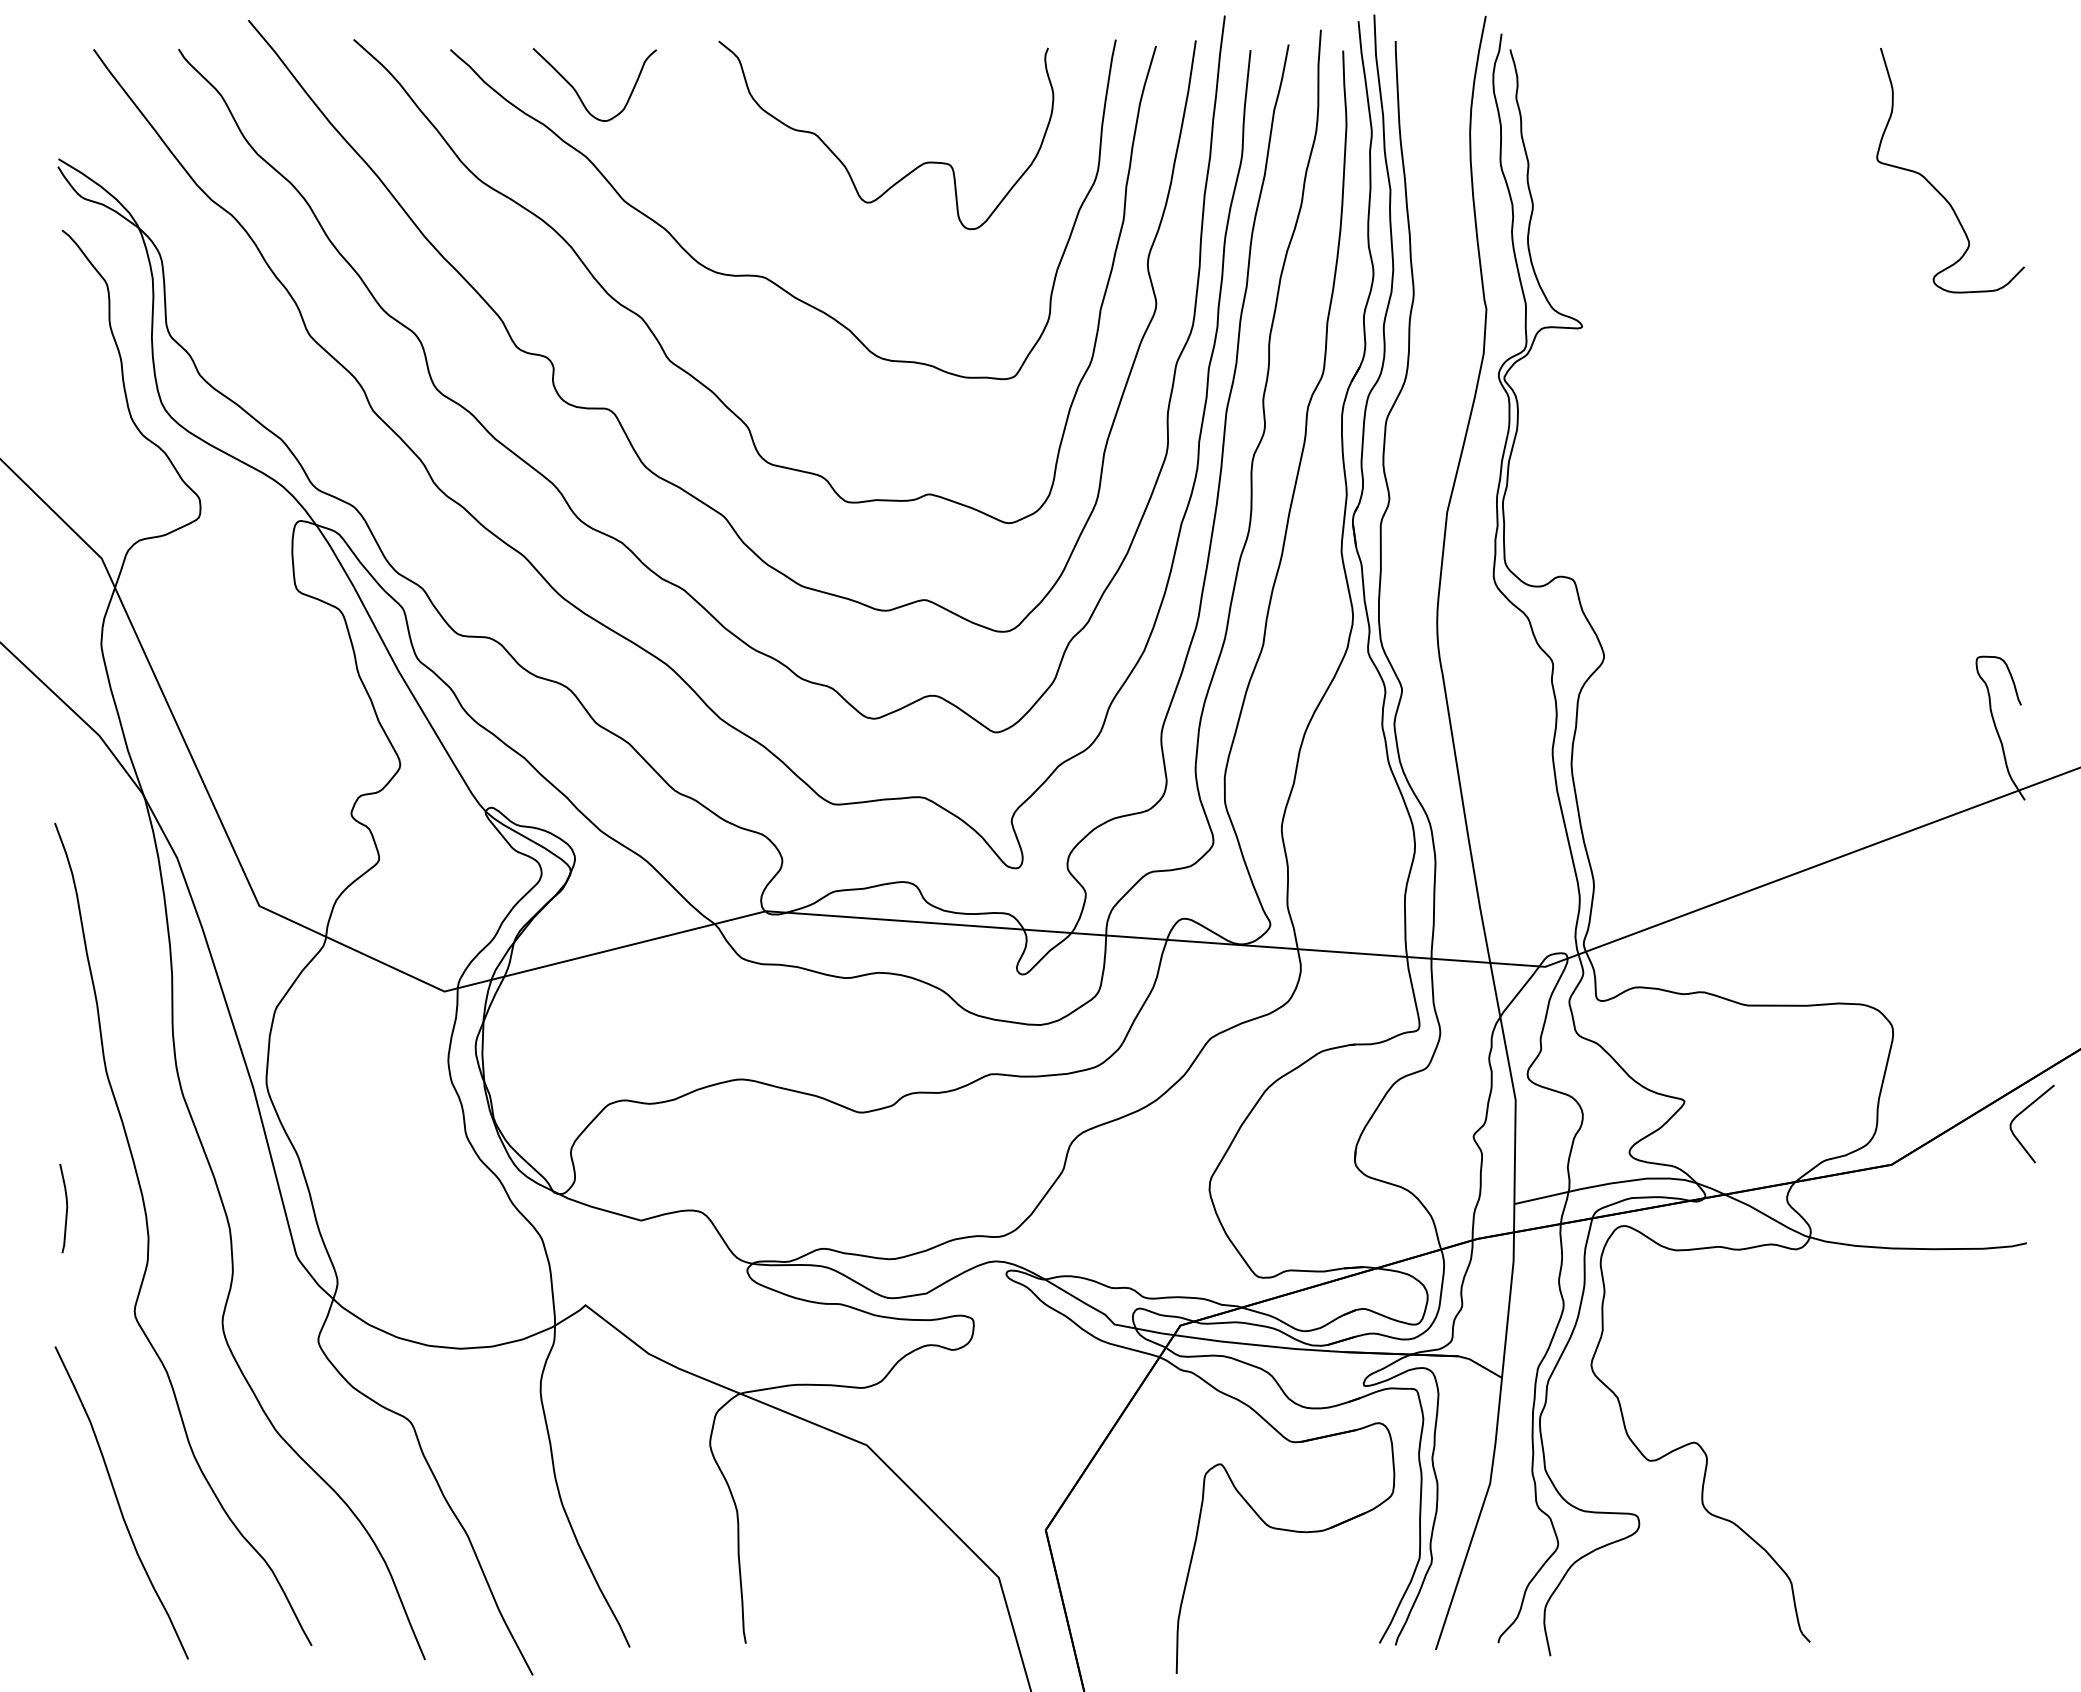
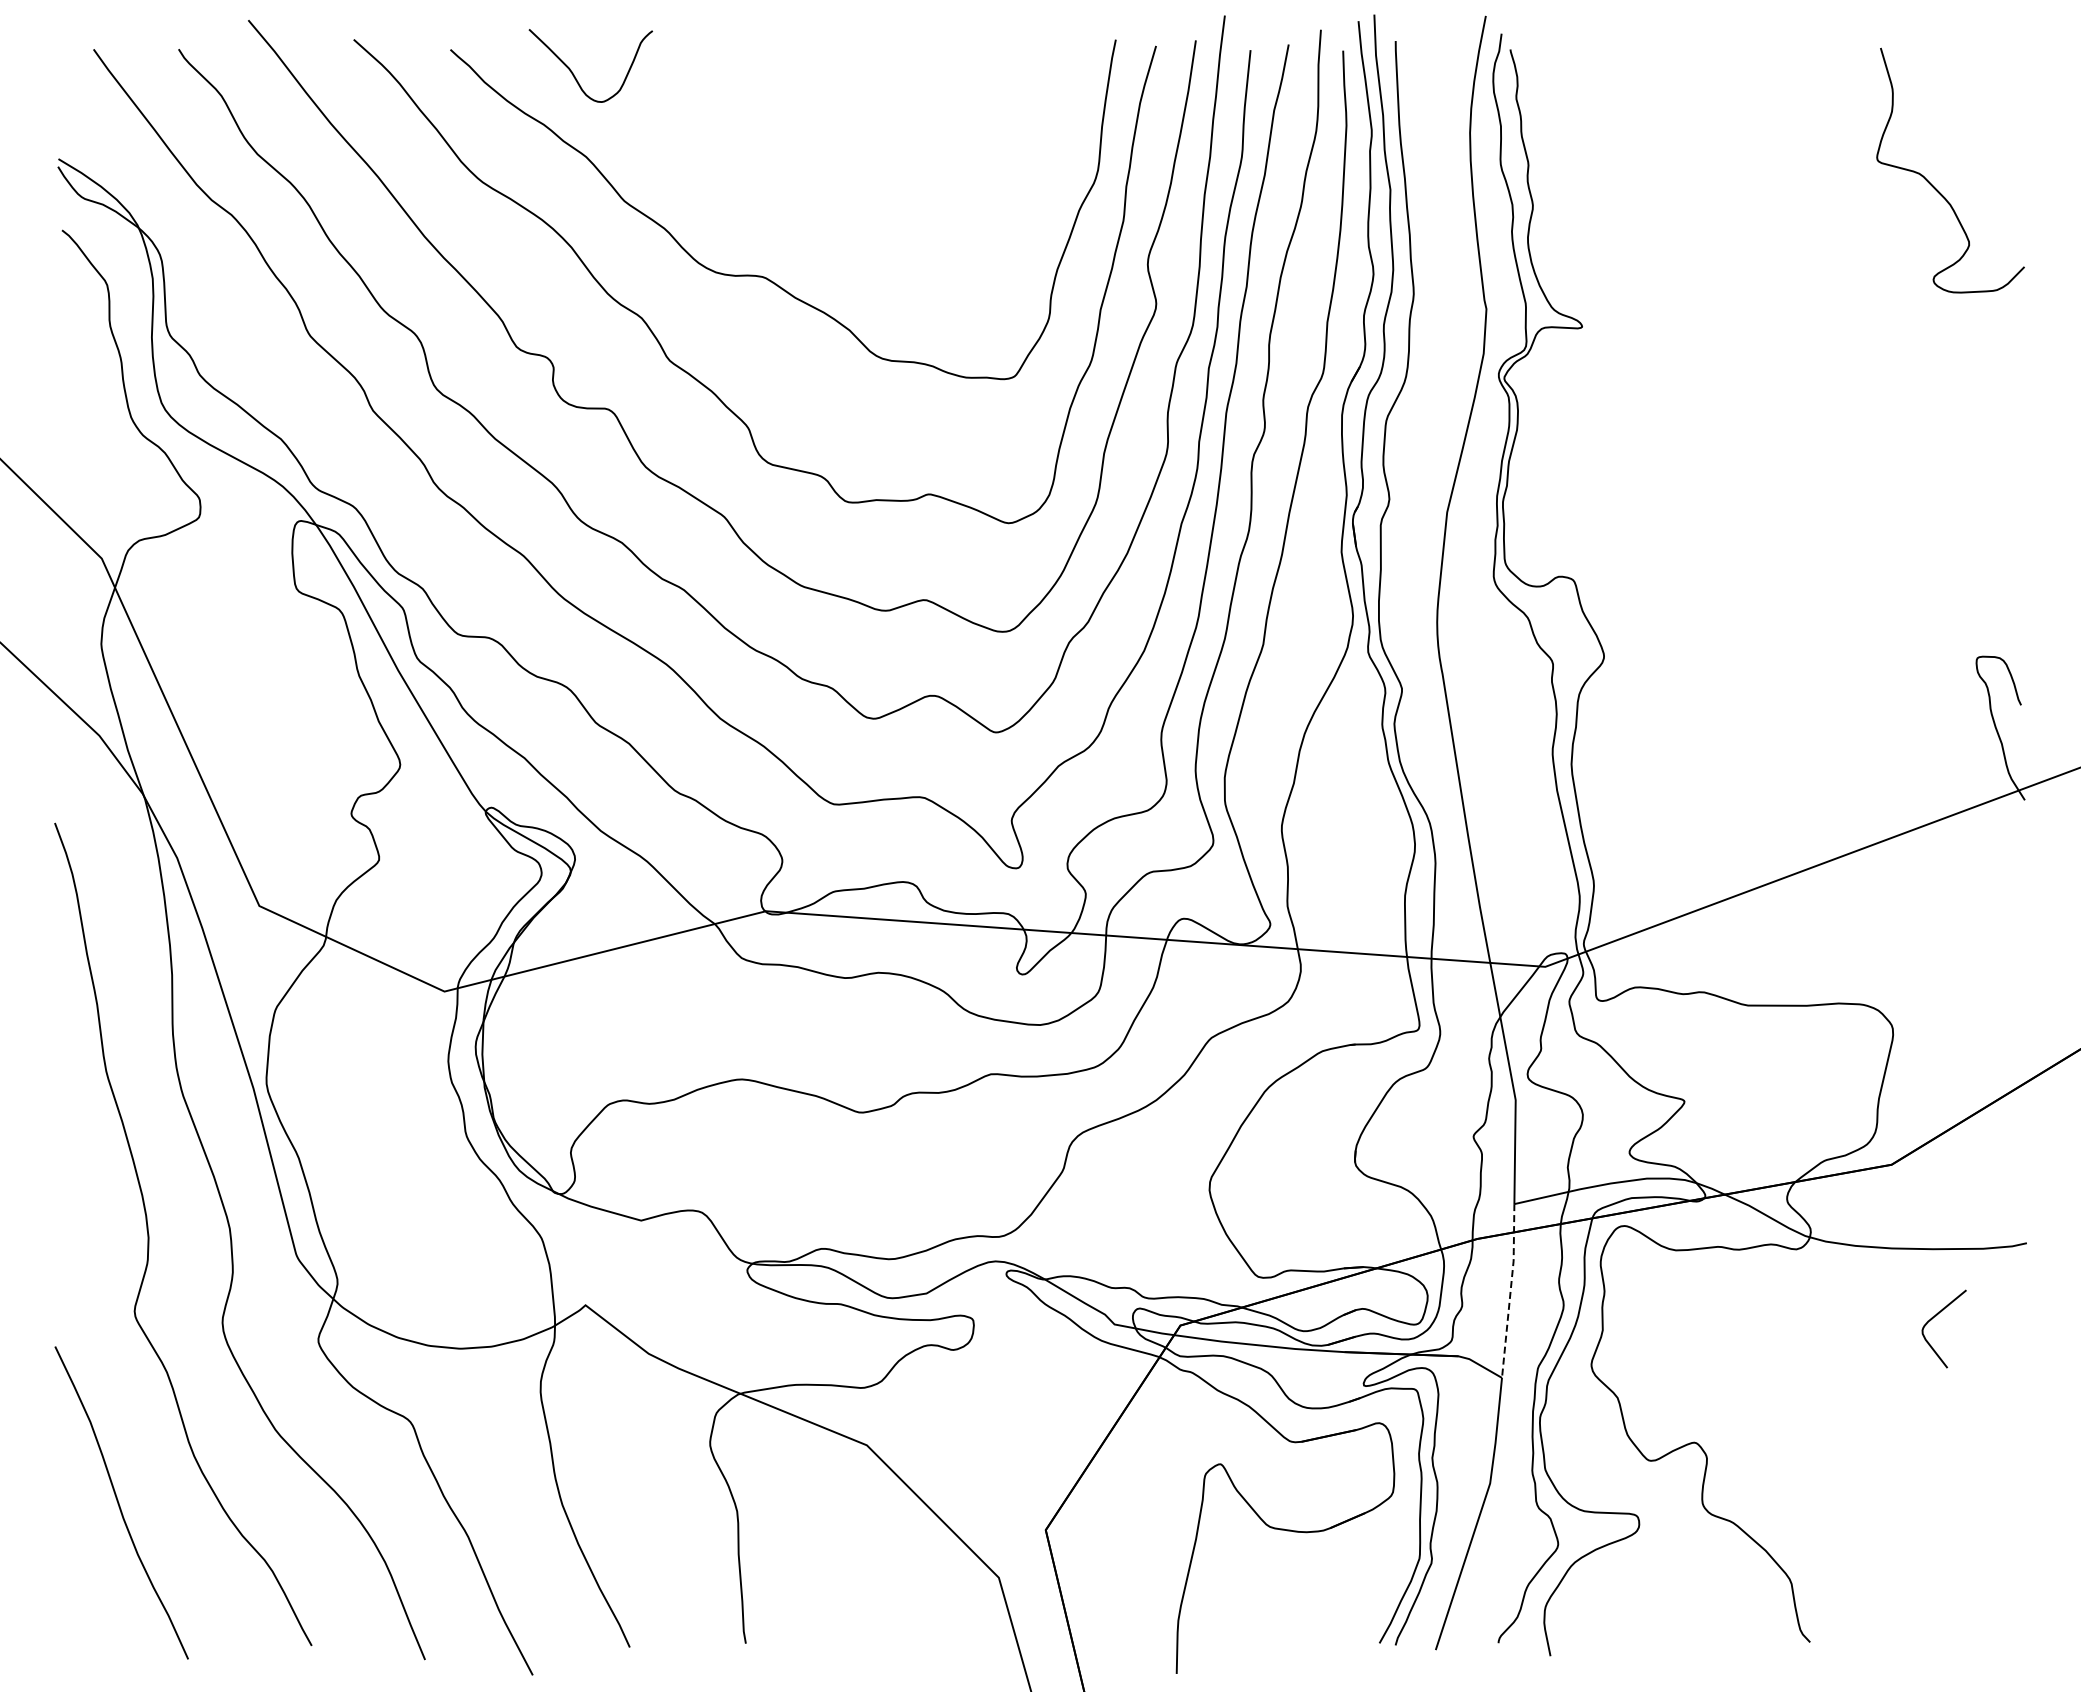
curve at (578, 93) position: (578, 93) -> (574, 74)
curve at (911, 170): present -> none
curve at (2024, 1111) position: (2024, 1111) -> (1936, 1316)
curve at (66, 1208): present -> none
line at (1510, 1290): solid -> dashed
